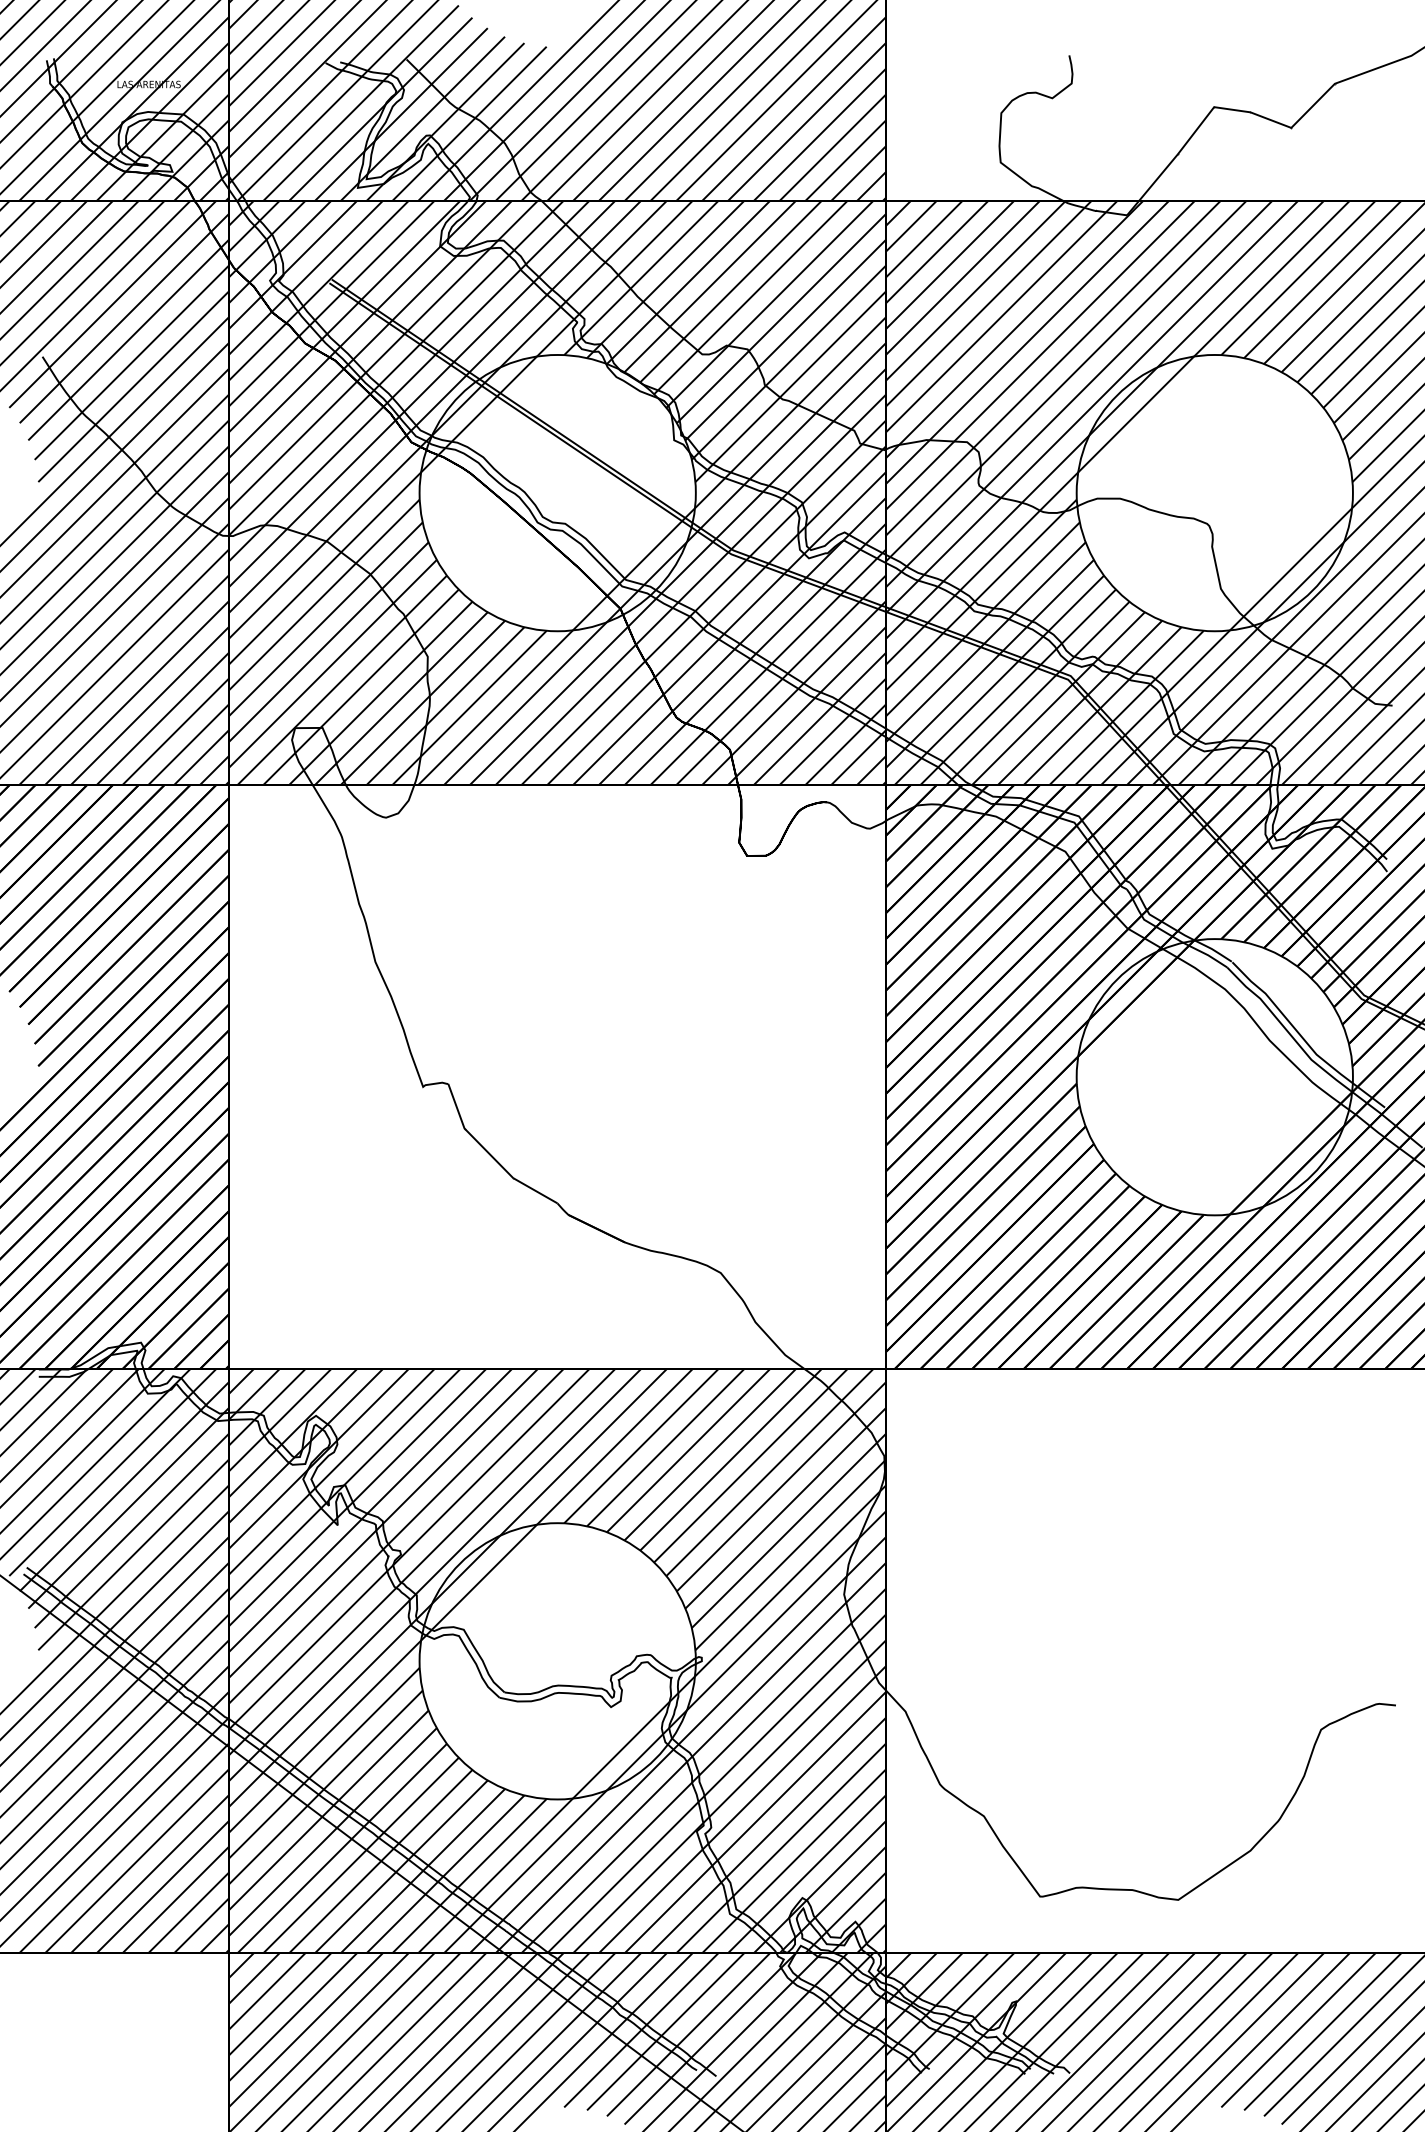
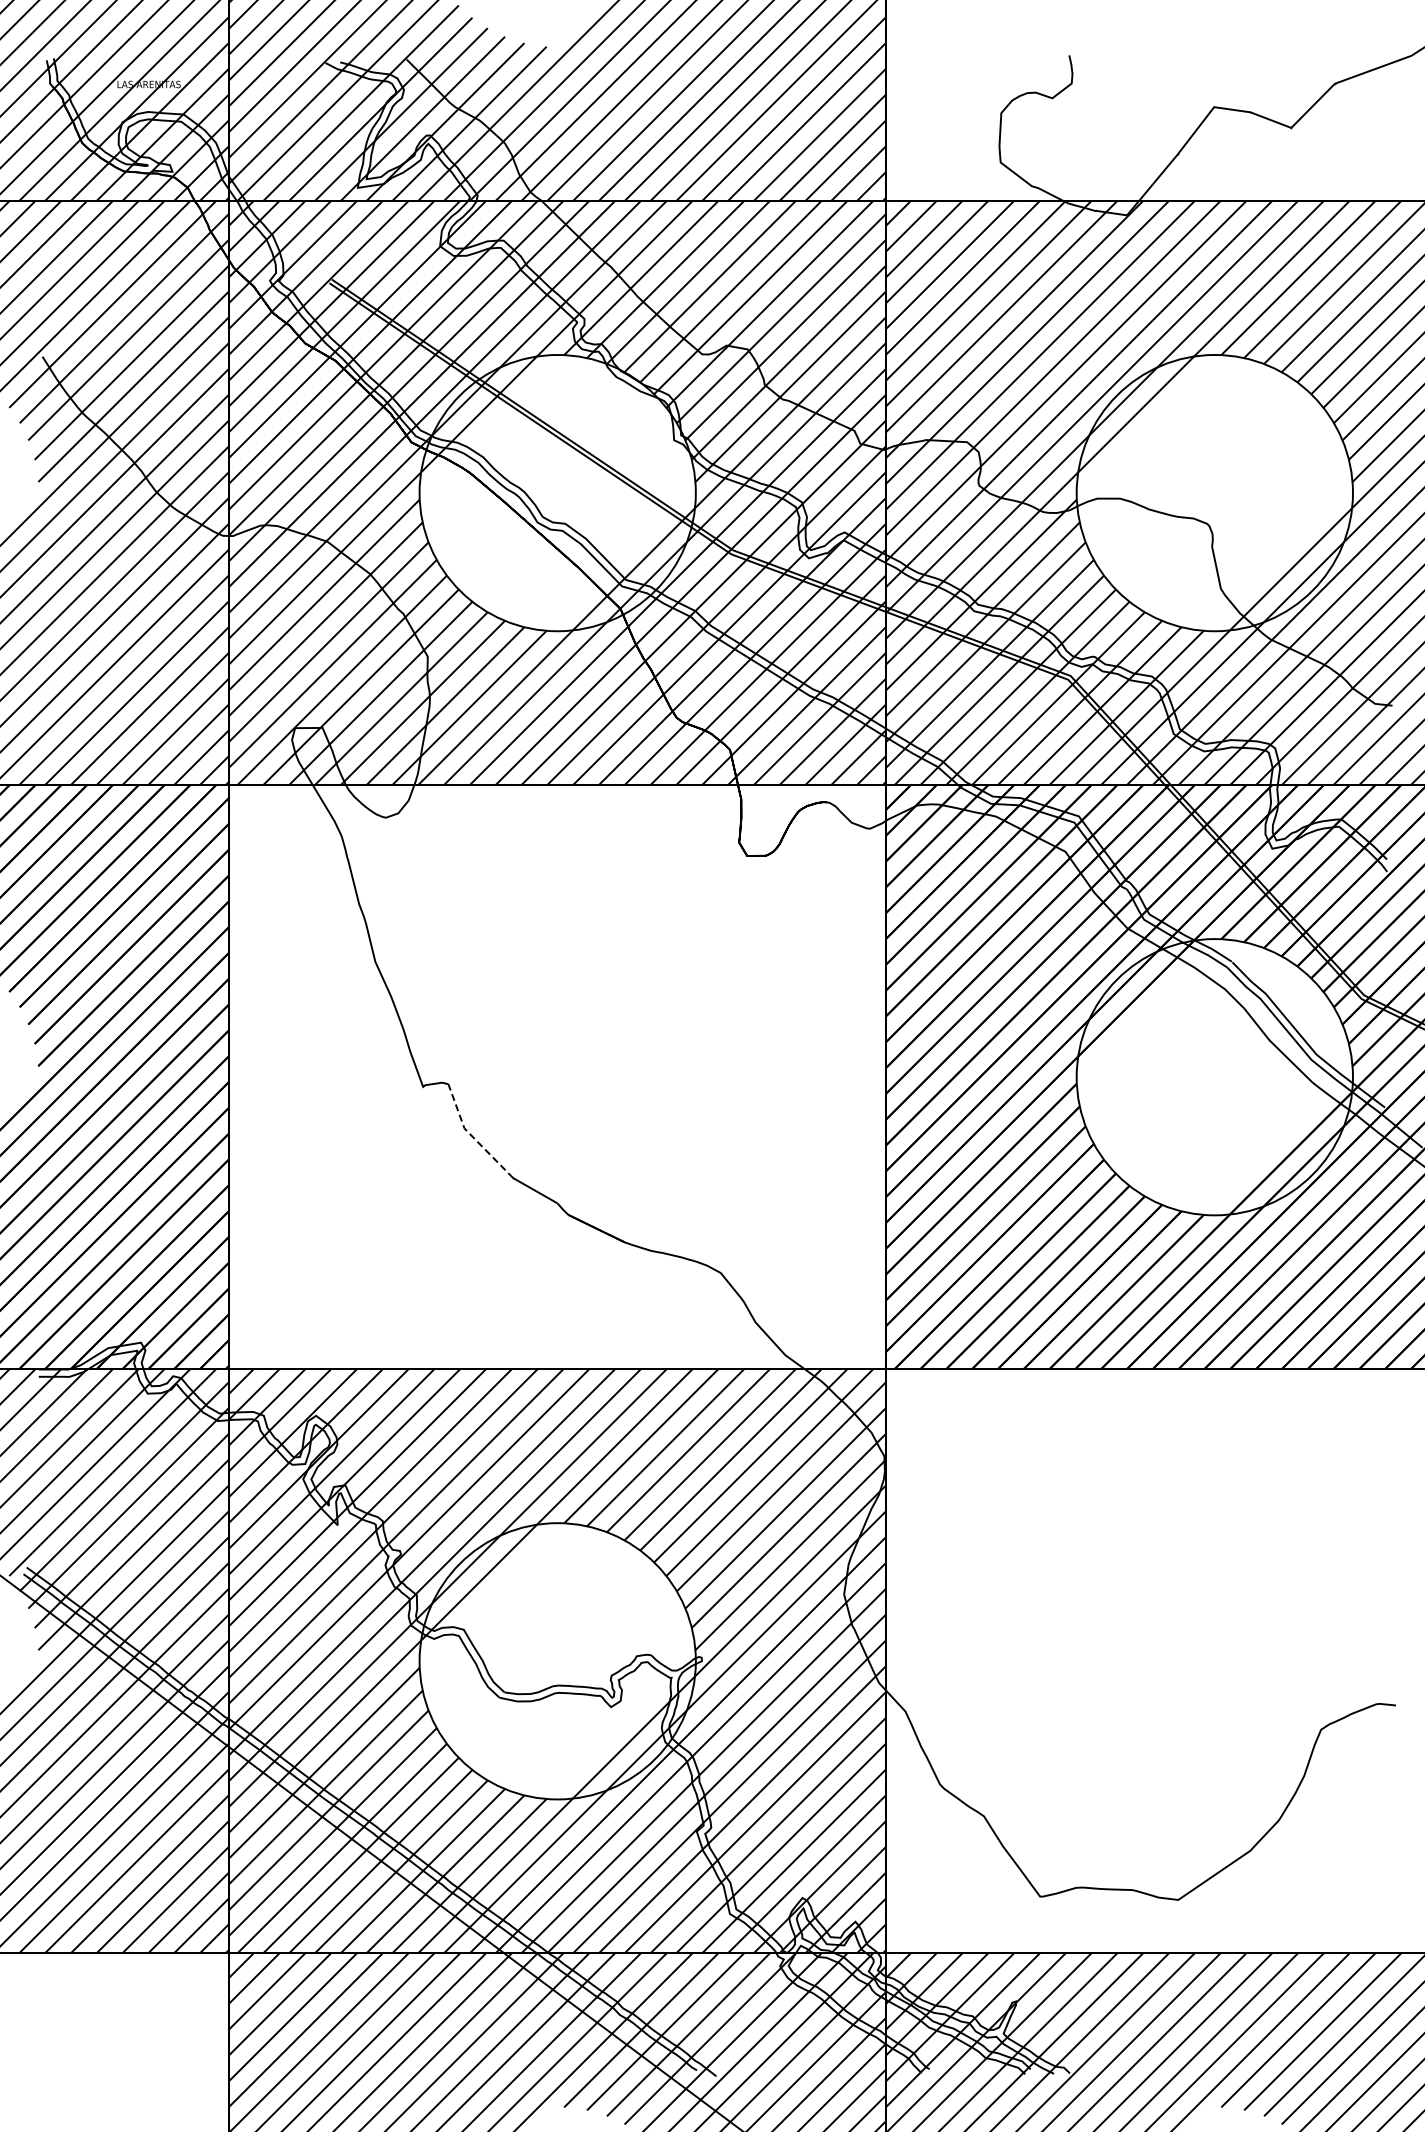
line at (471, 1135): solid -> dashed
